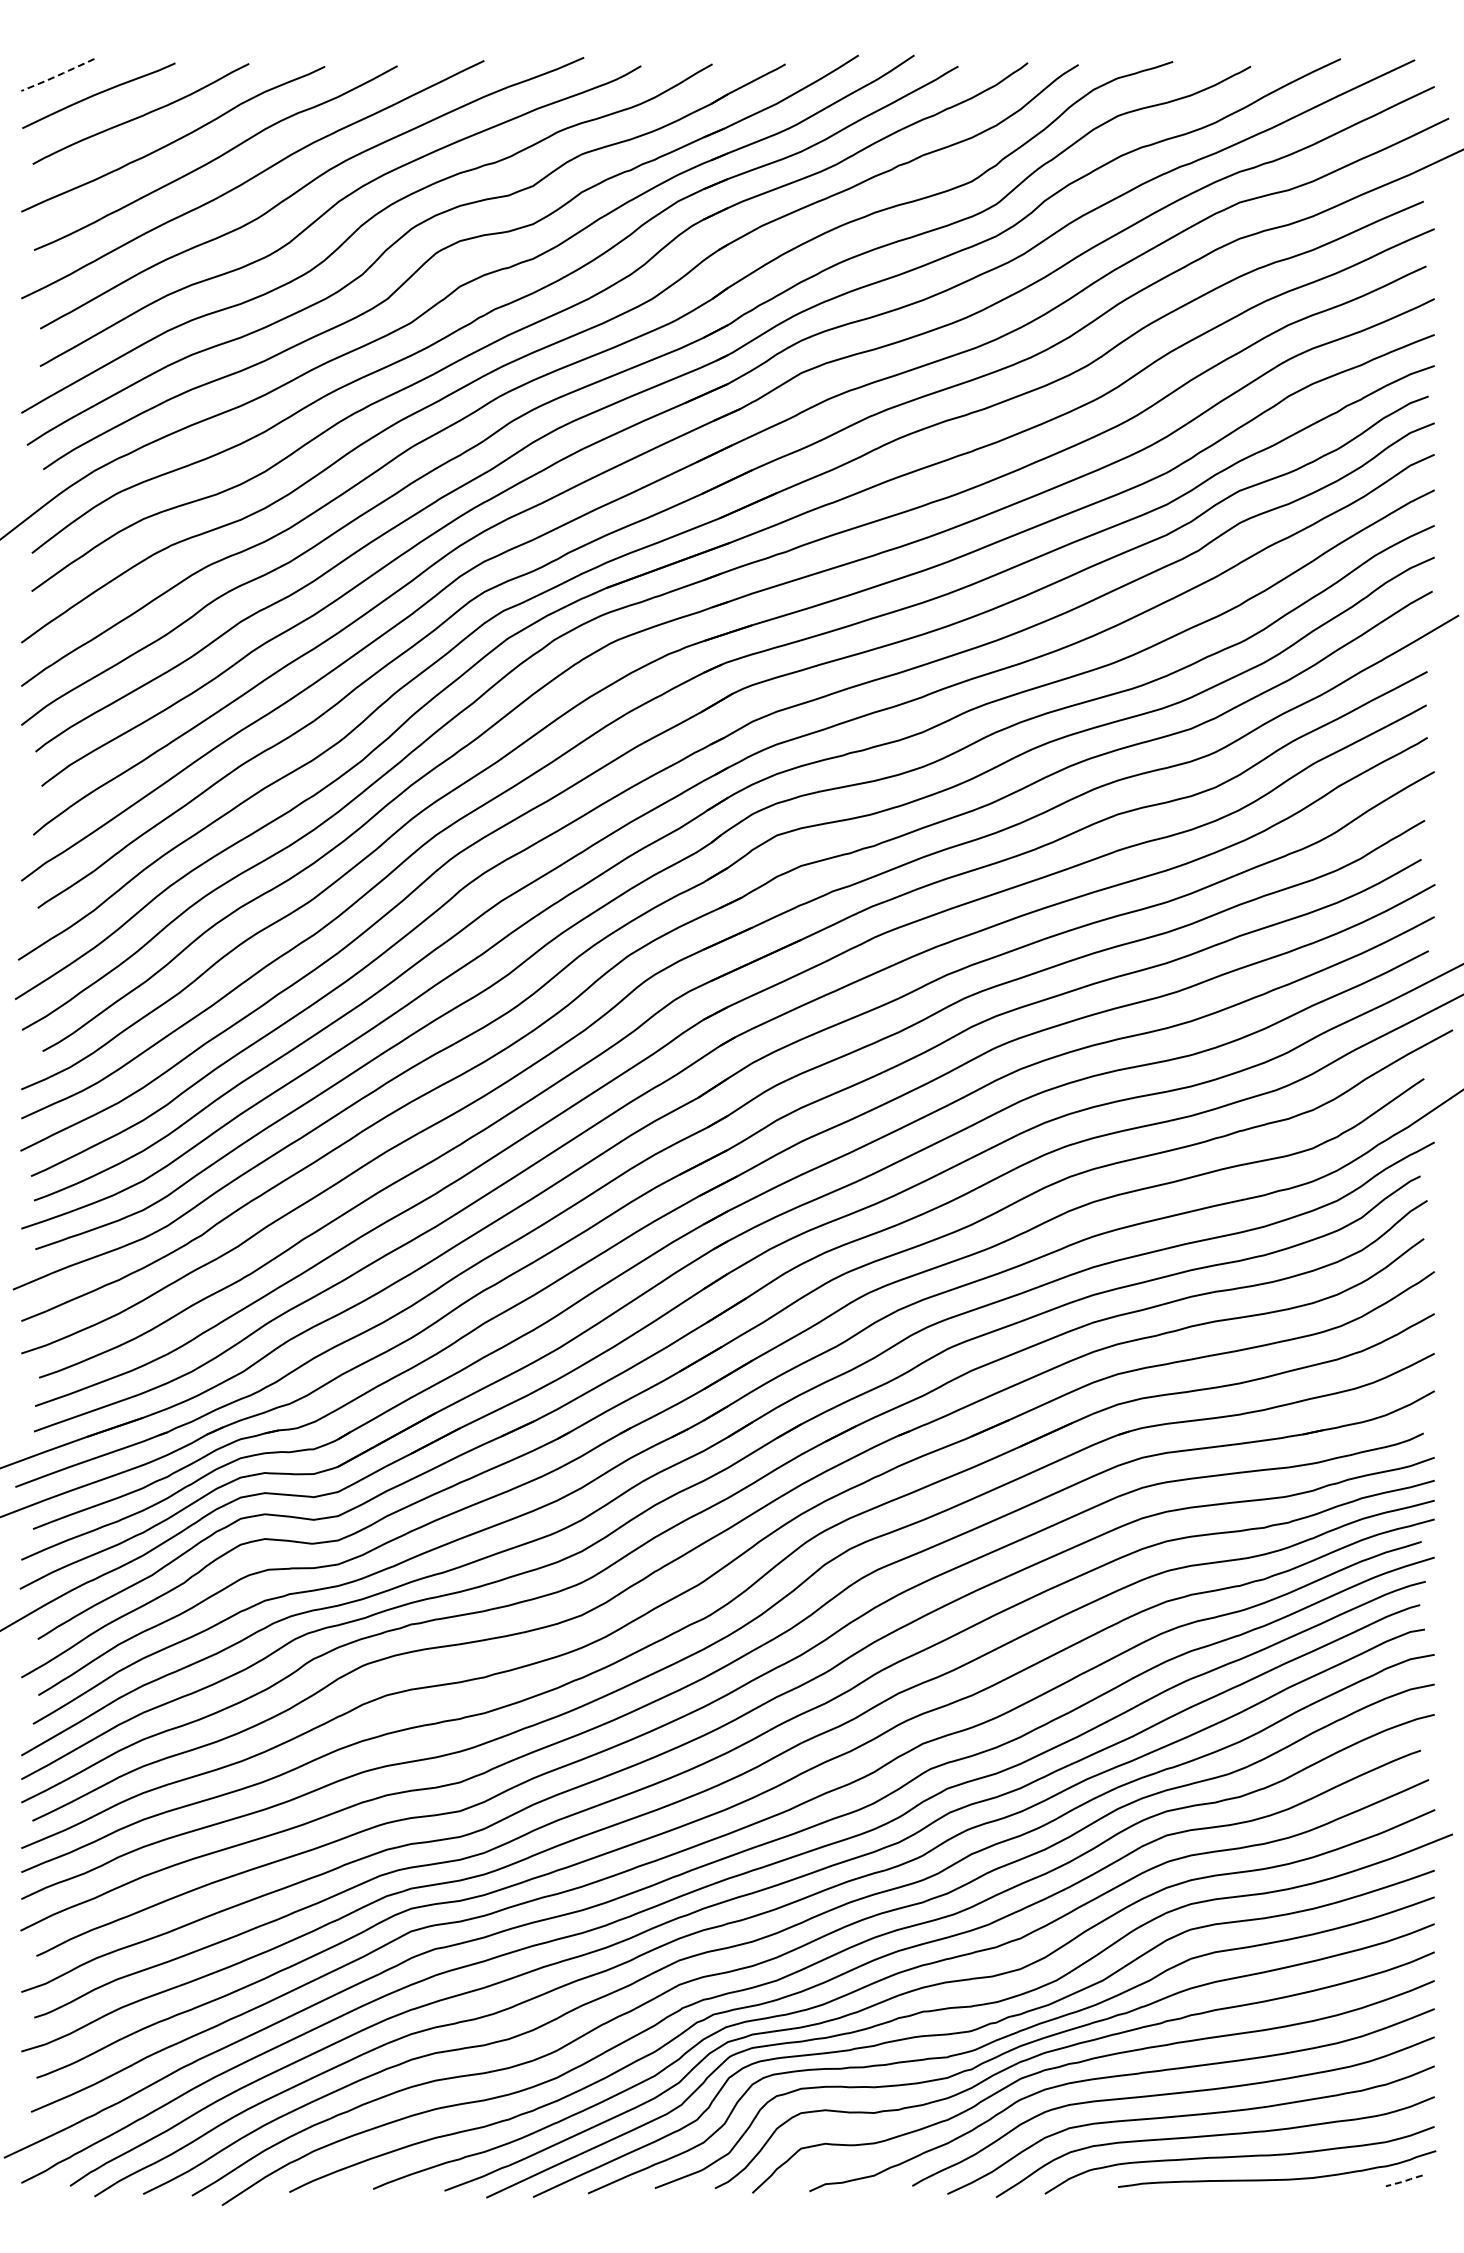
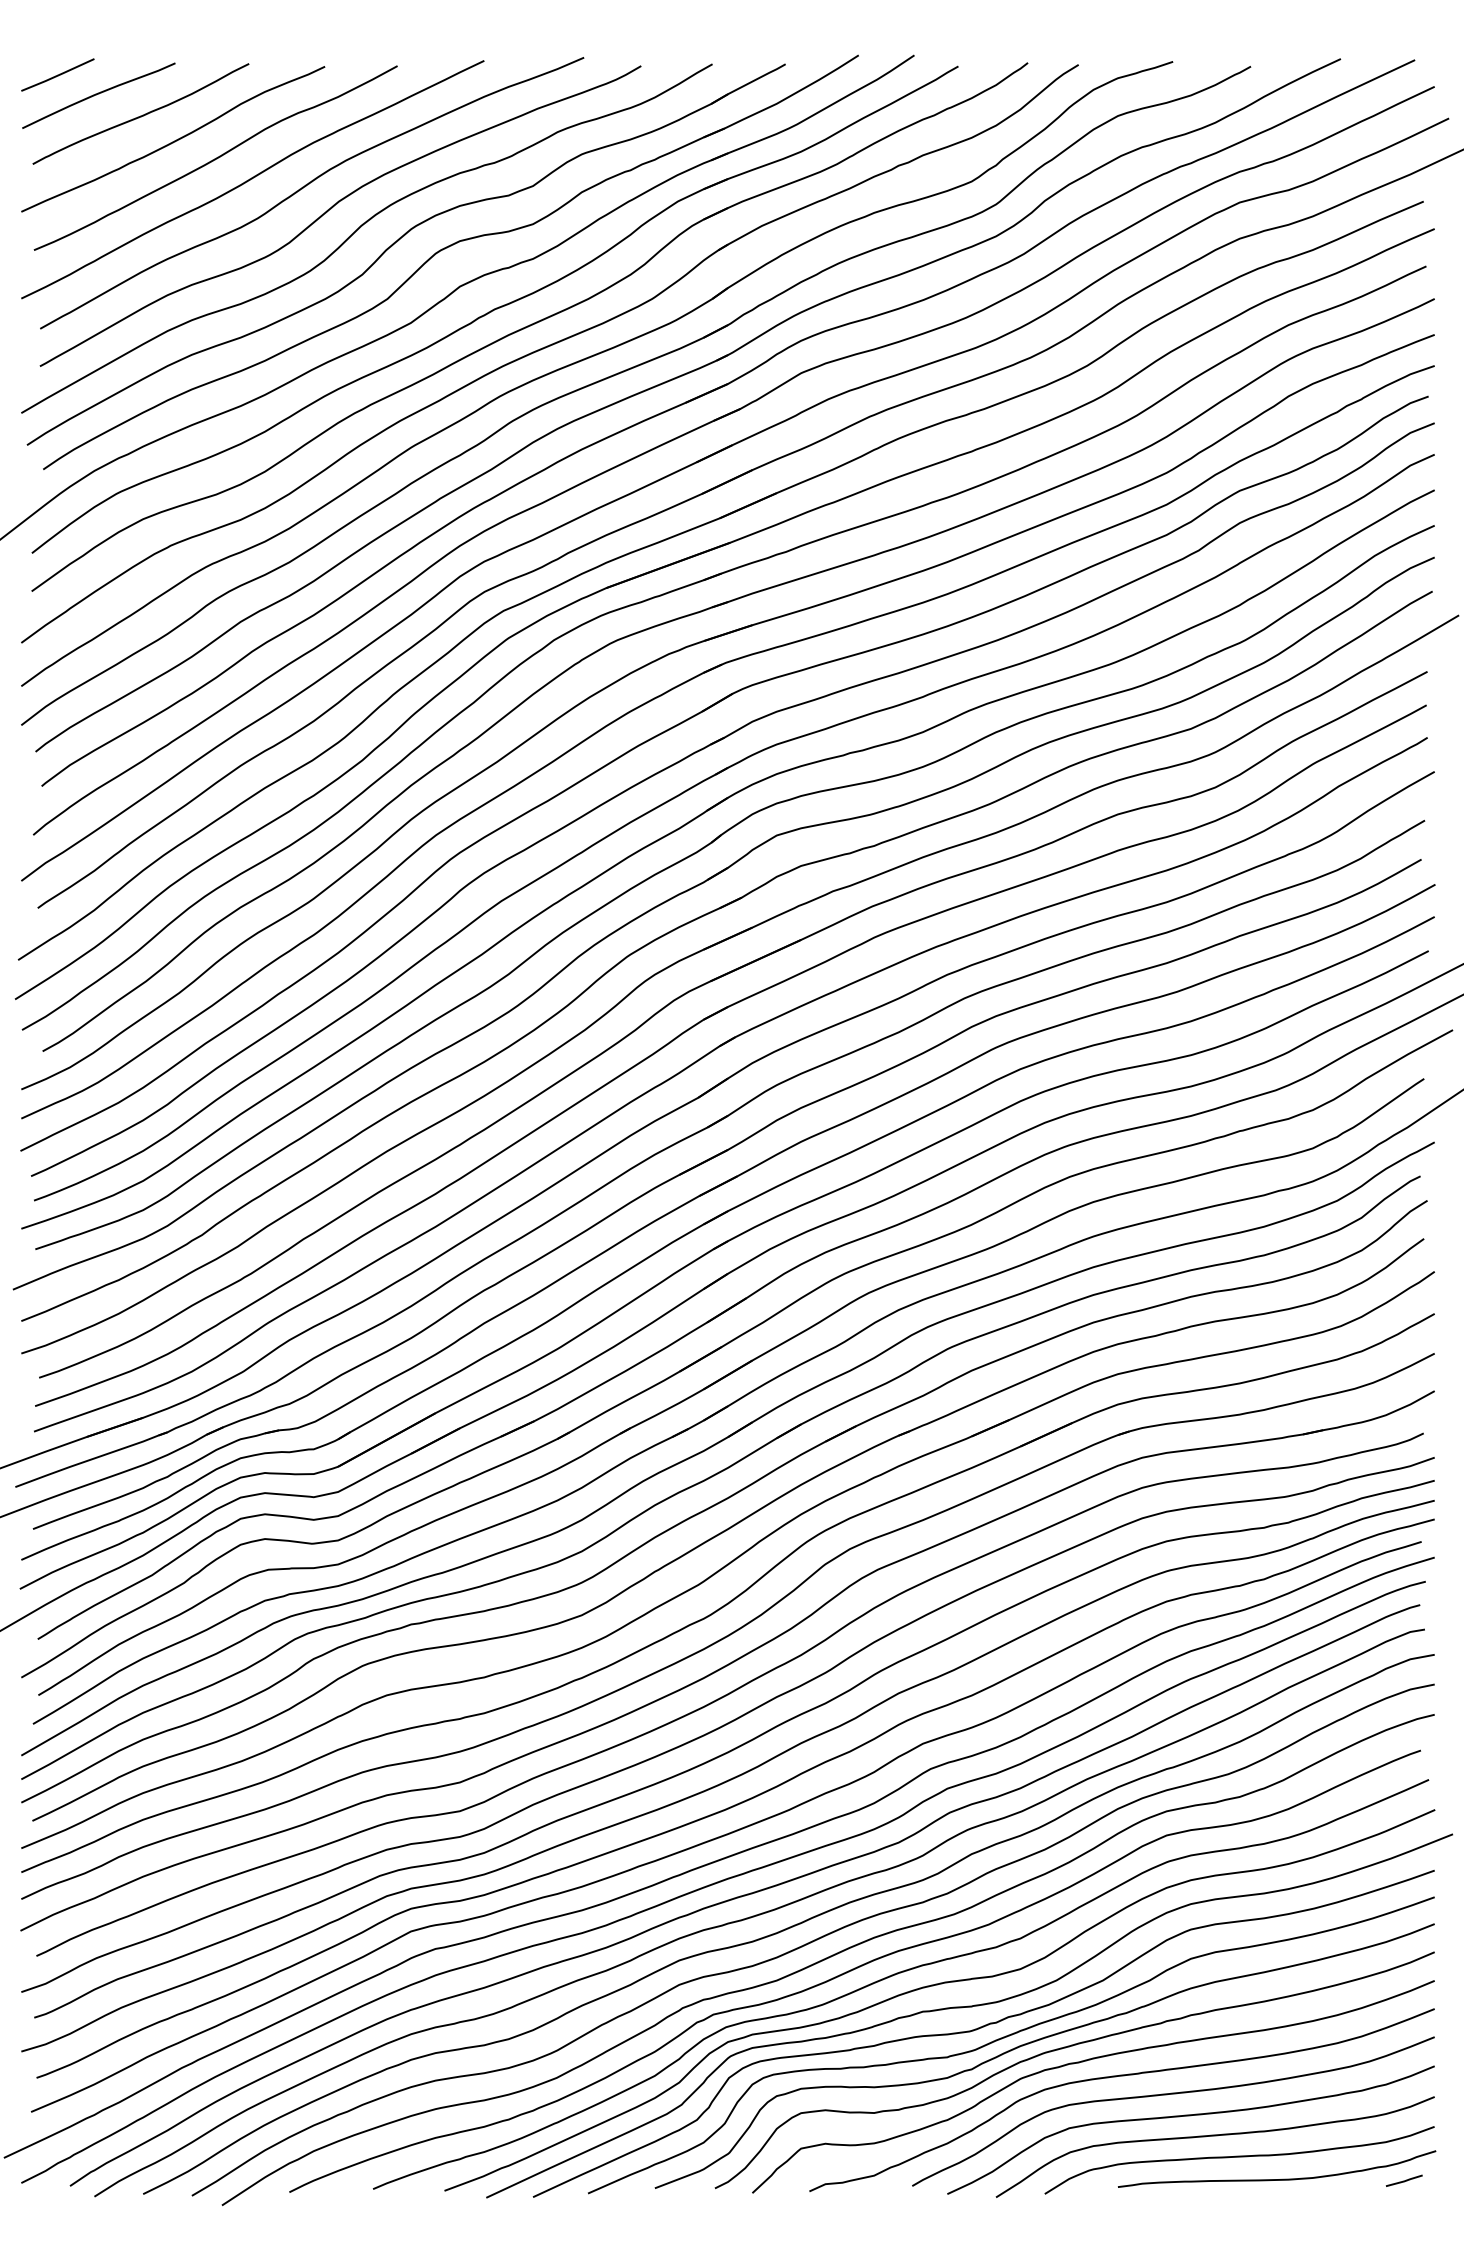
line at (58, 75): dashed -> solid
line at (1404, 2181): dashed -> solid
